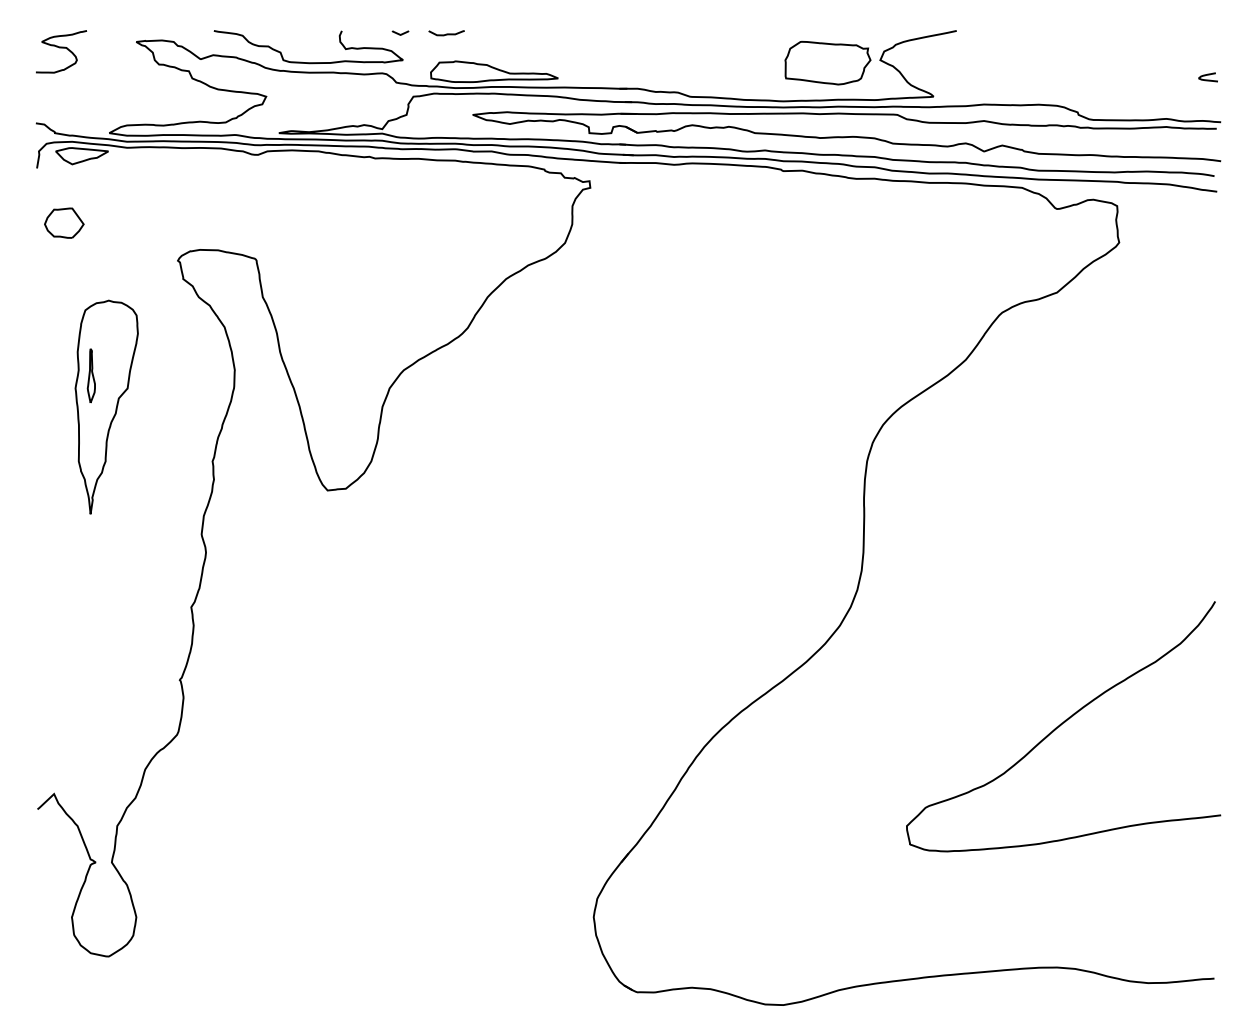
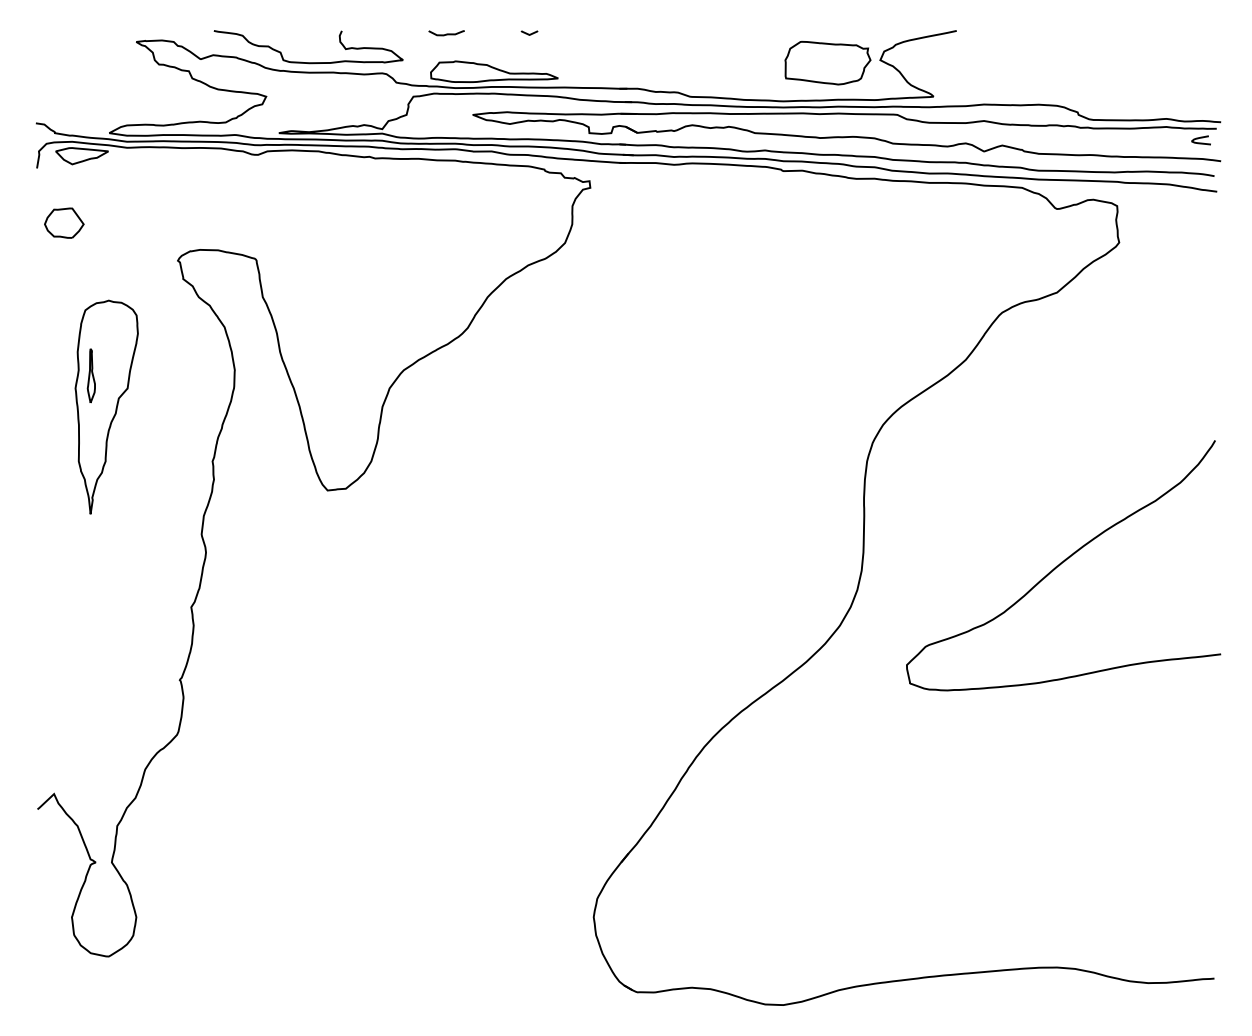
line at (400, 33) position: (400, 33) -> (529, 33)
curve at (61, 48): present -> none
curve at (1207, 75) position: (1207, 75) -> (1200, 138)
curve at (1062, 724) position: (1062, 724) -> (1062, 563)
